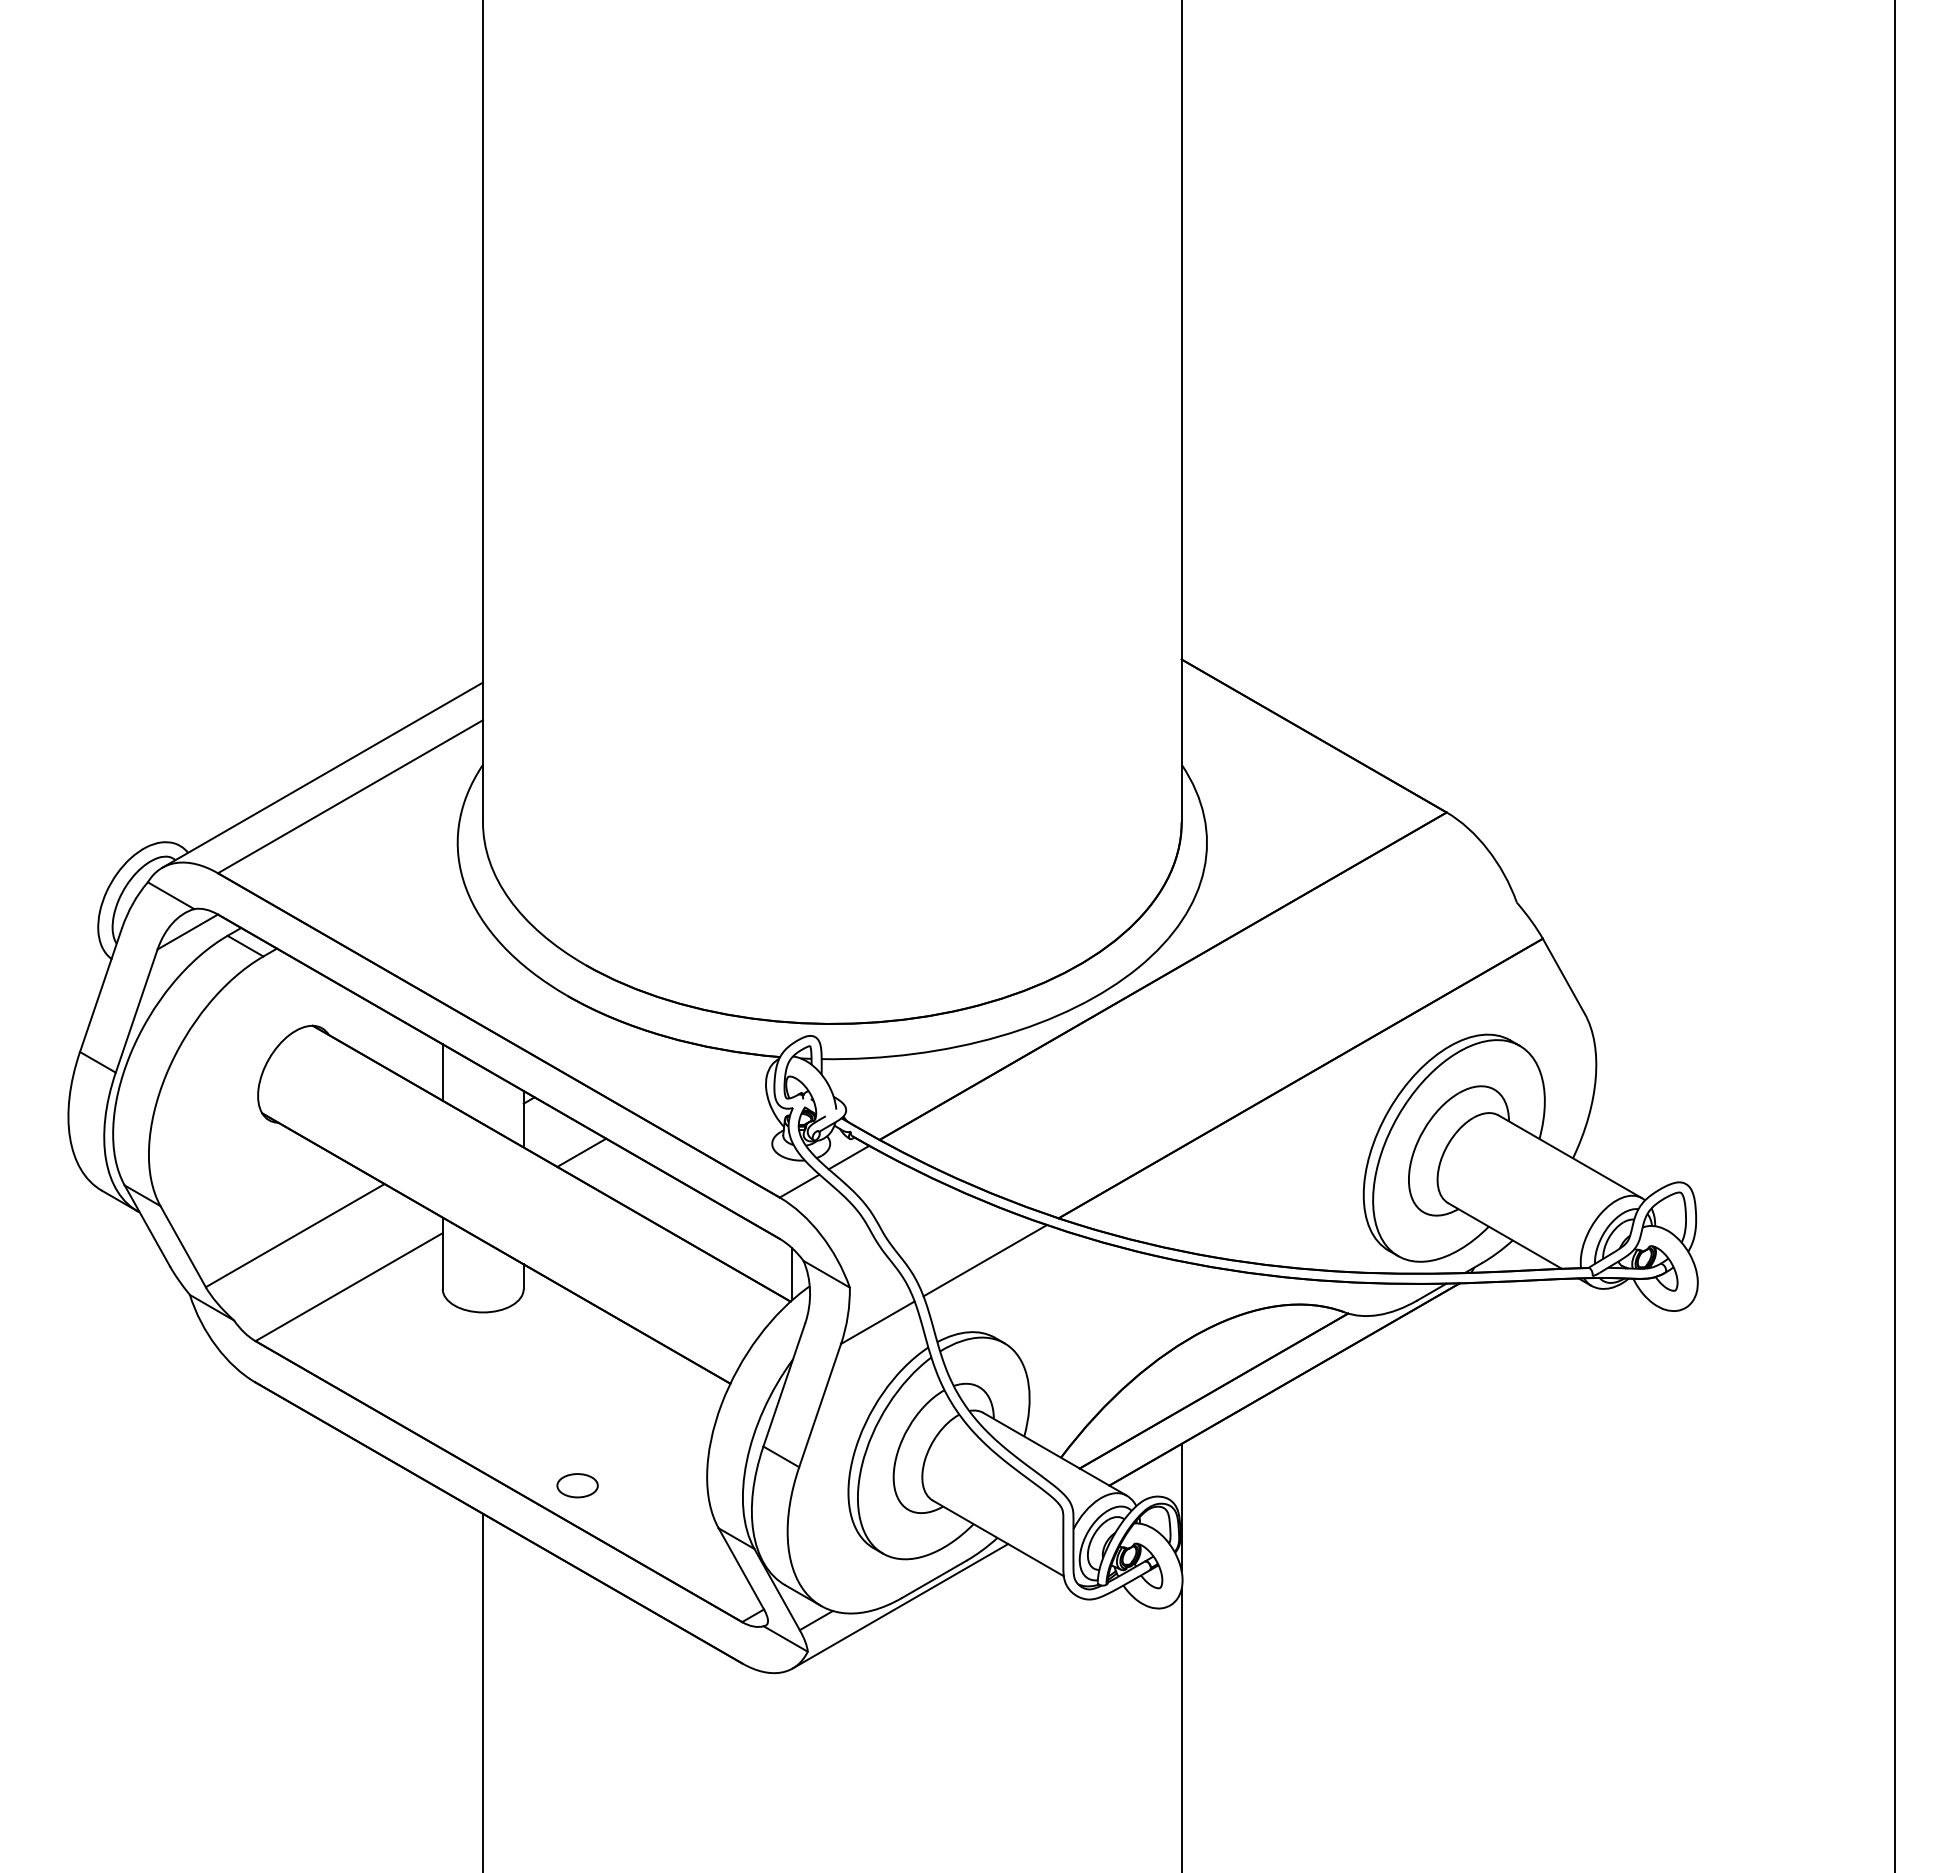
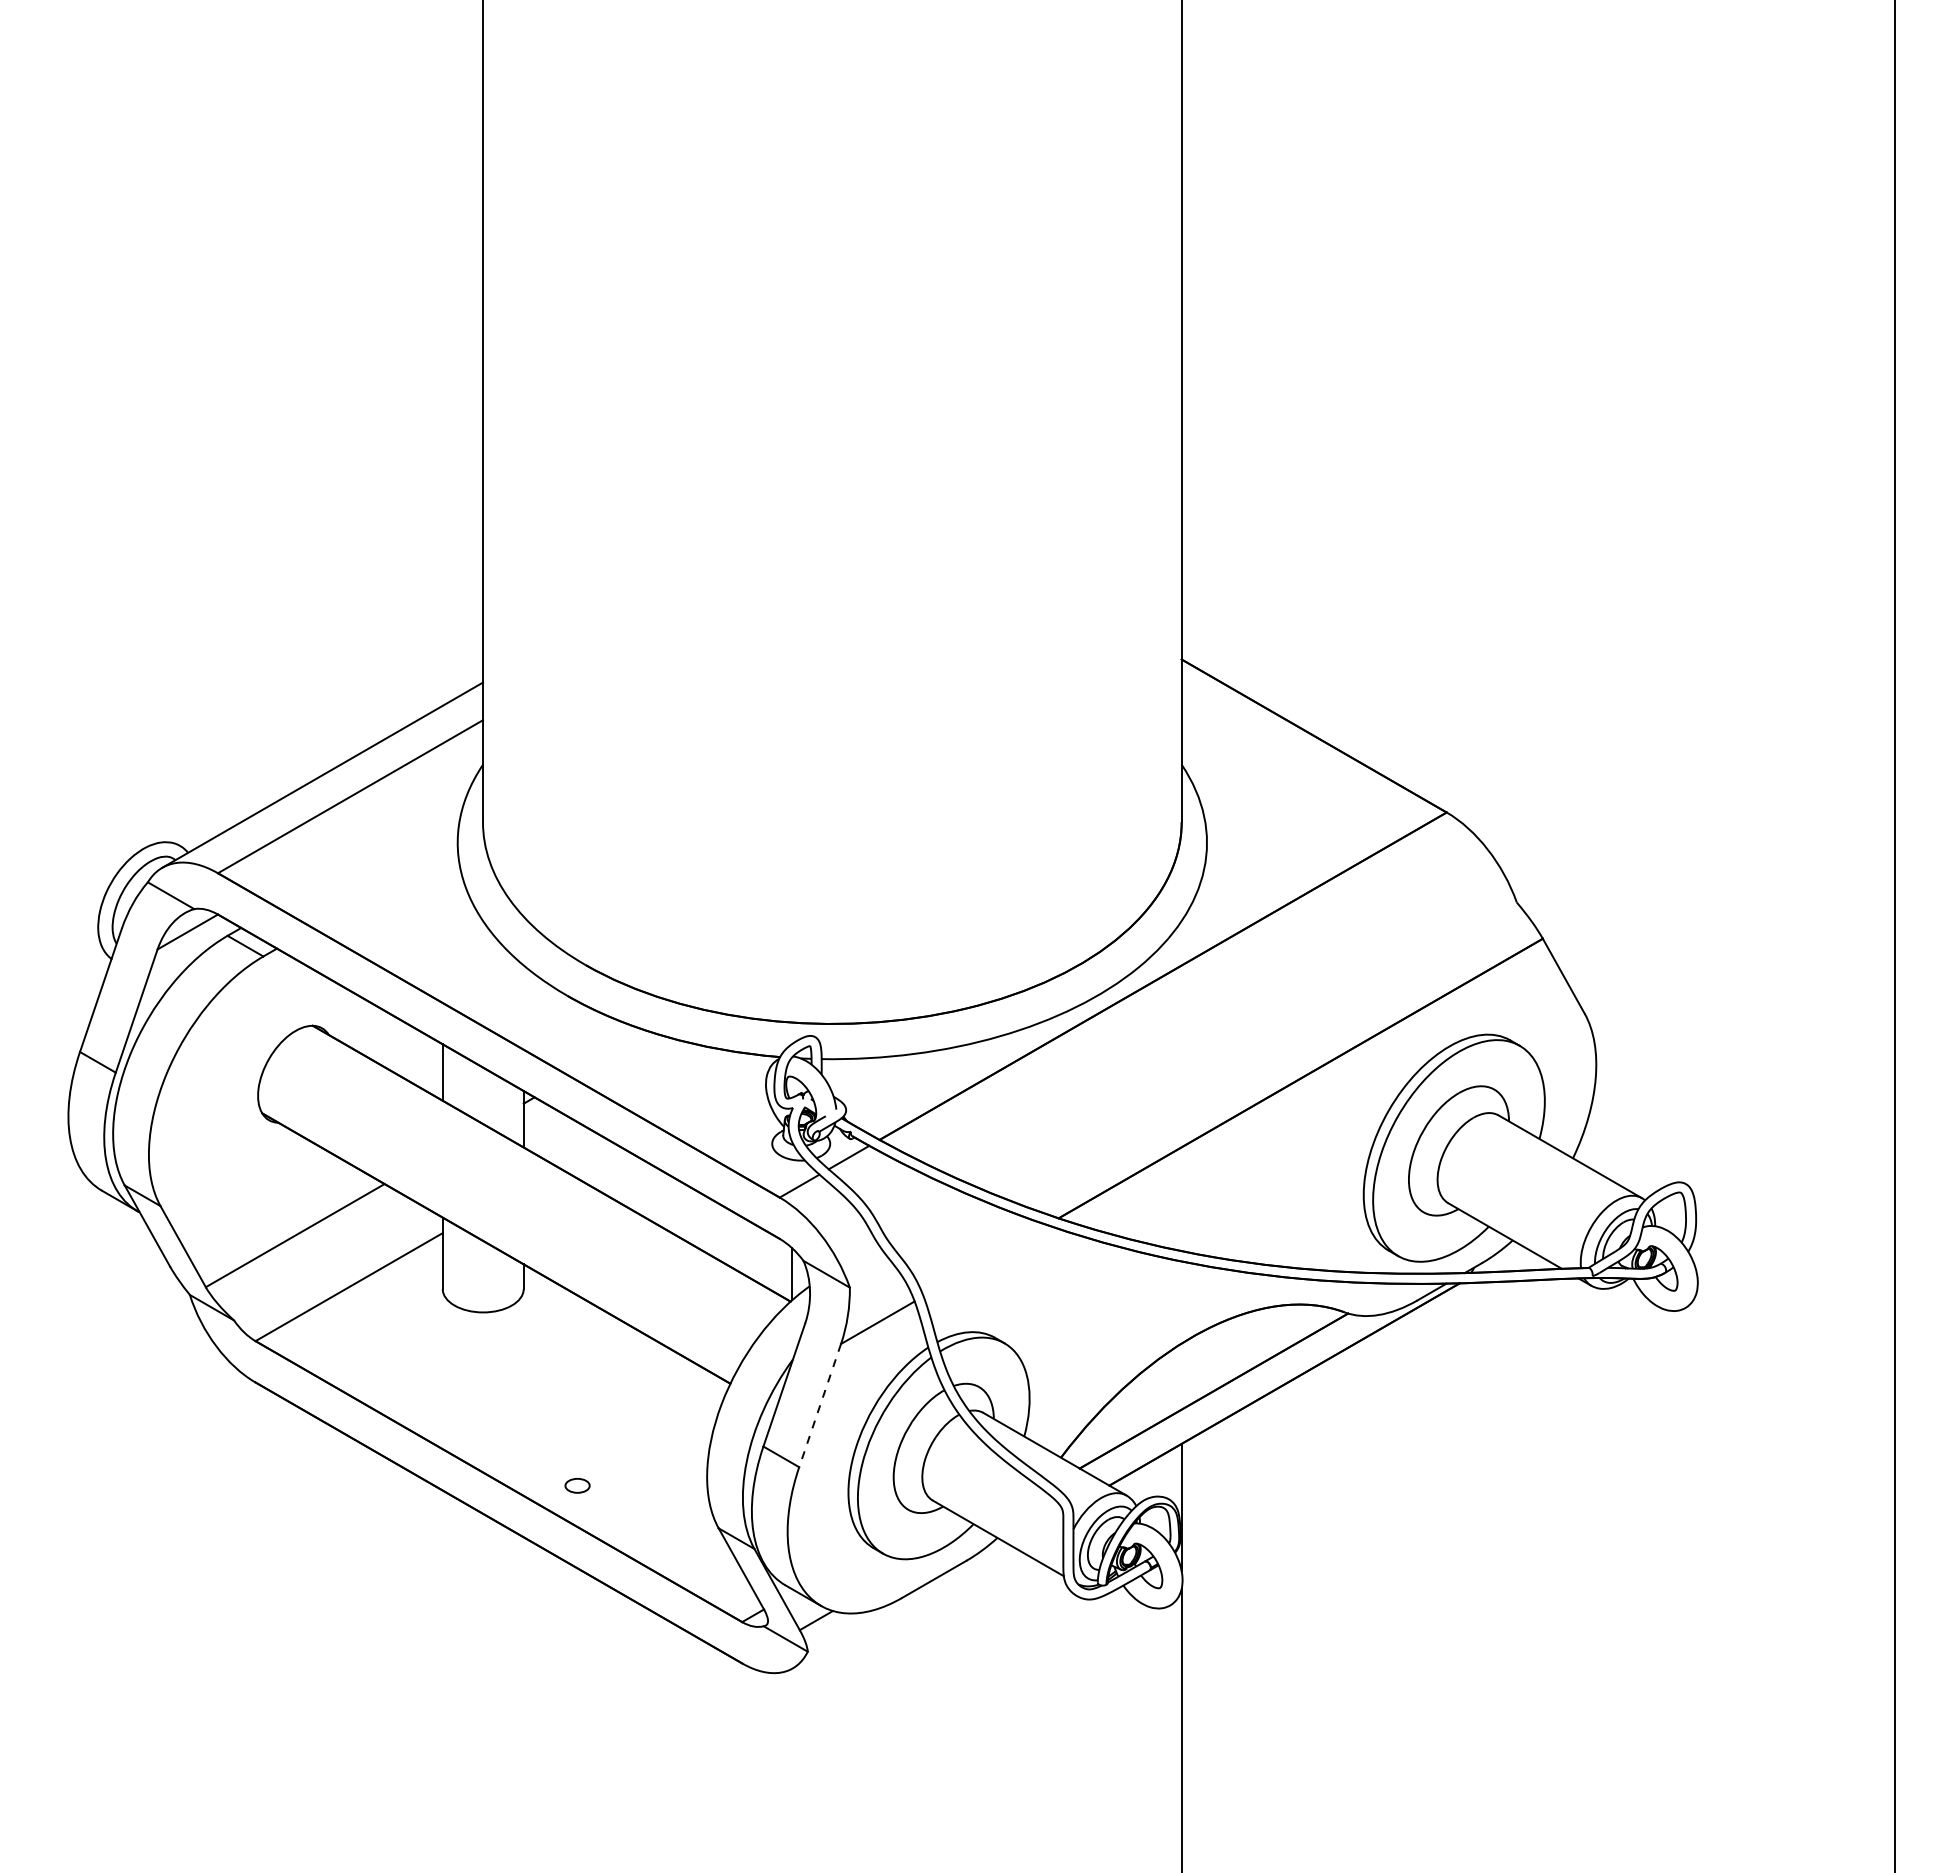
line at (581, 1152): present -> none
line at (985, 1260): present -> none
line at (819, 1406): solid -> dashed
part at (577, 1485) size: 43x26 px -> 27x16 px
line at (900, 1606): present -> none
line at (482, 1691): present -> none
